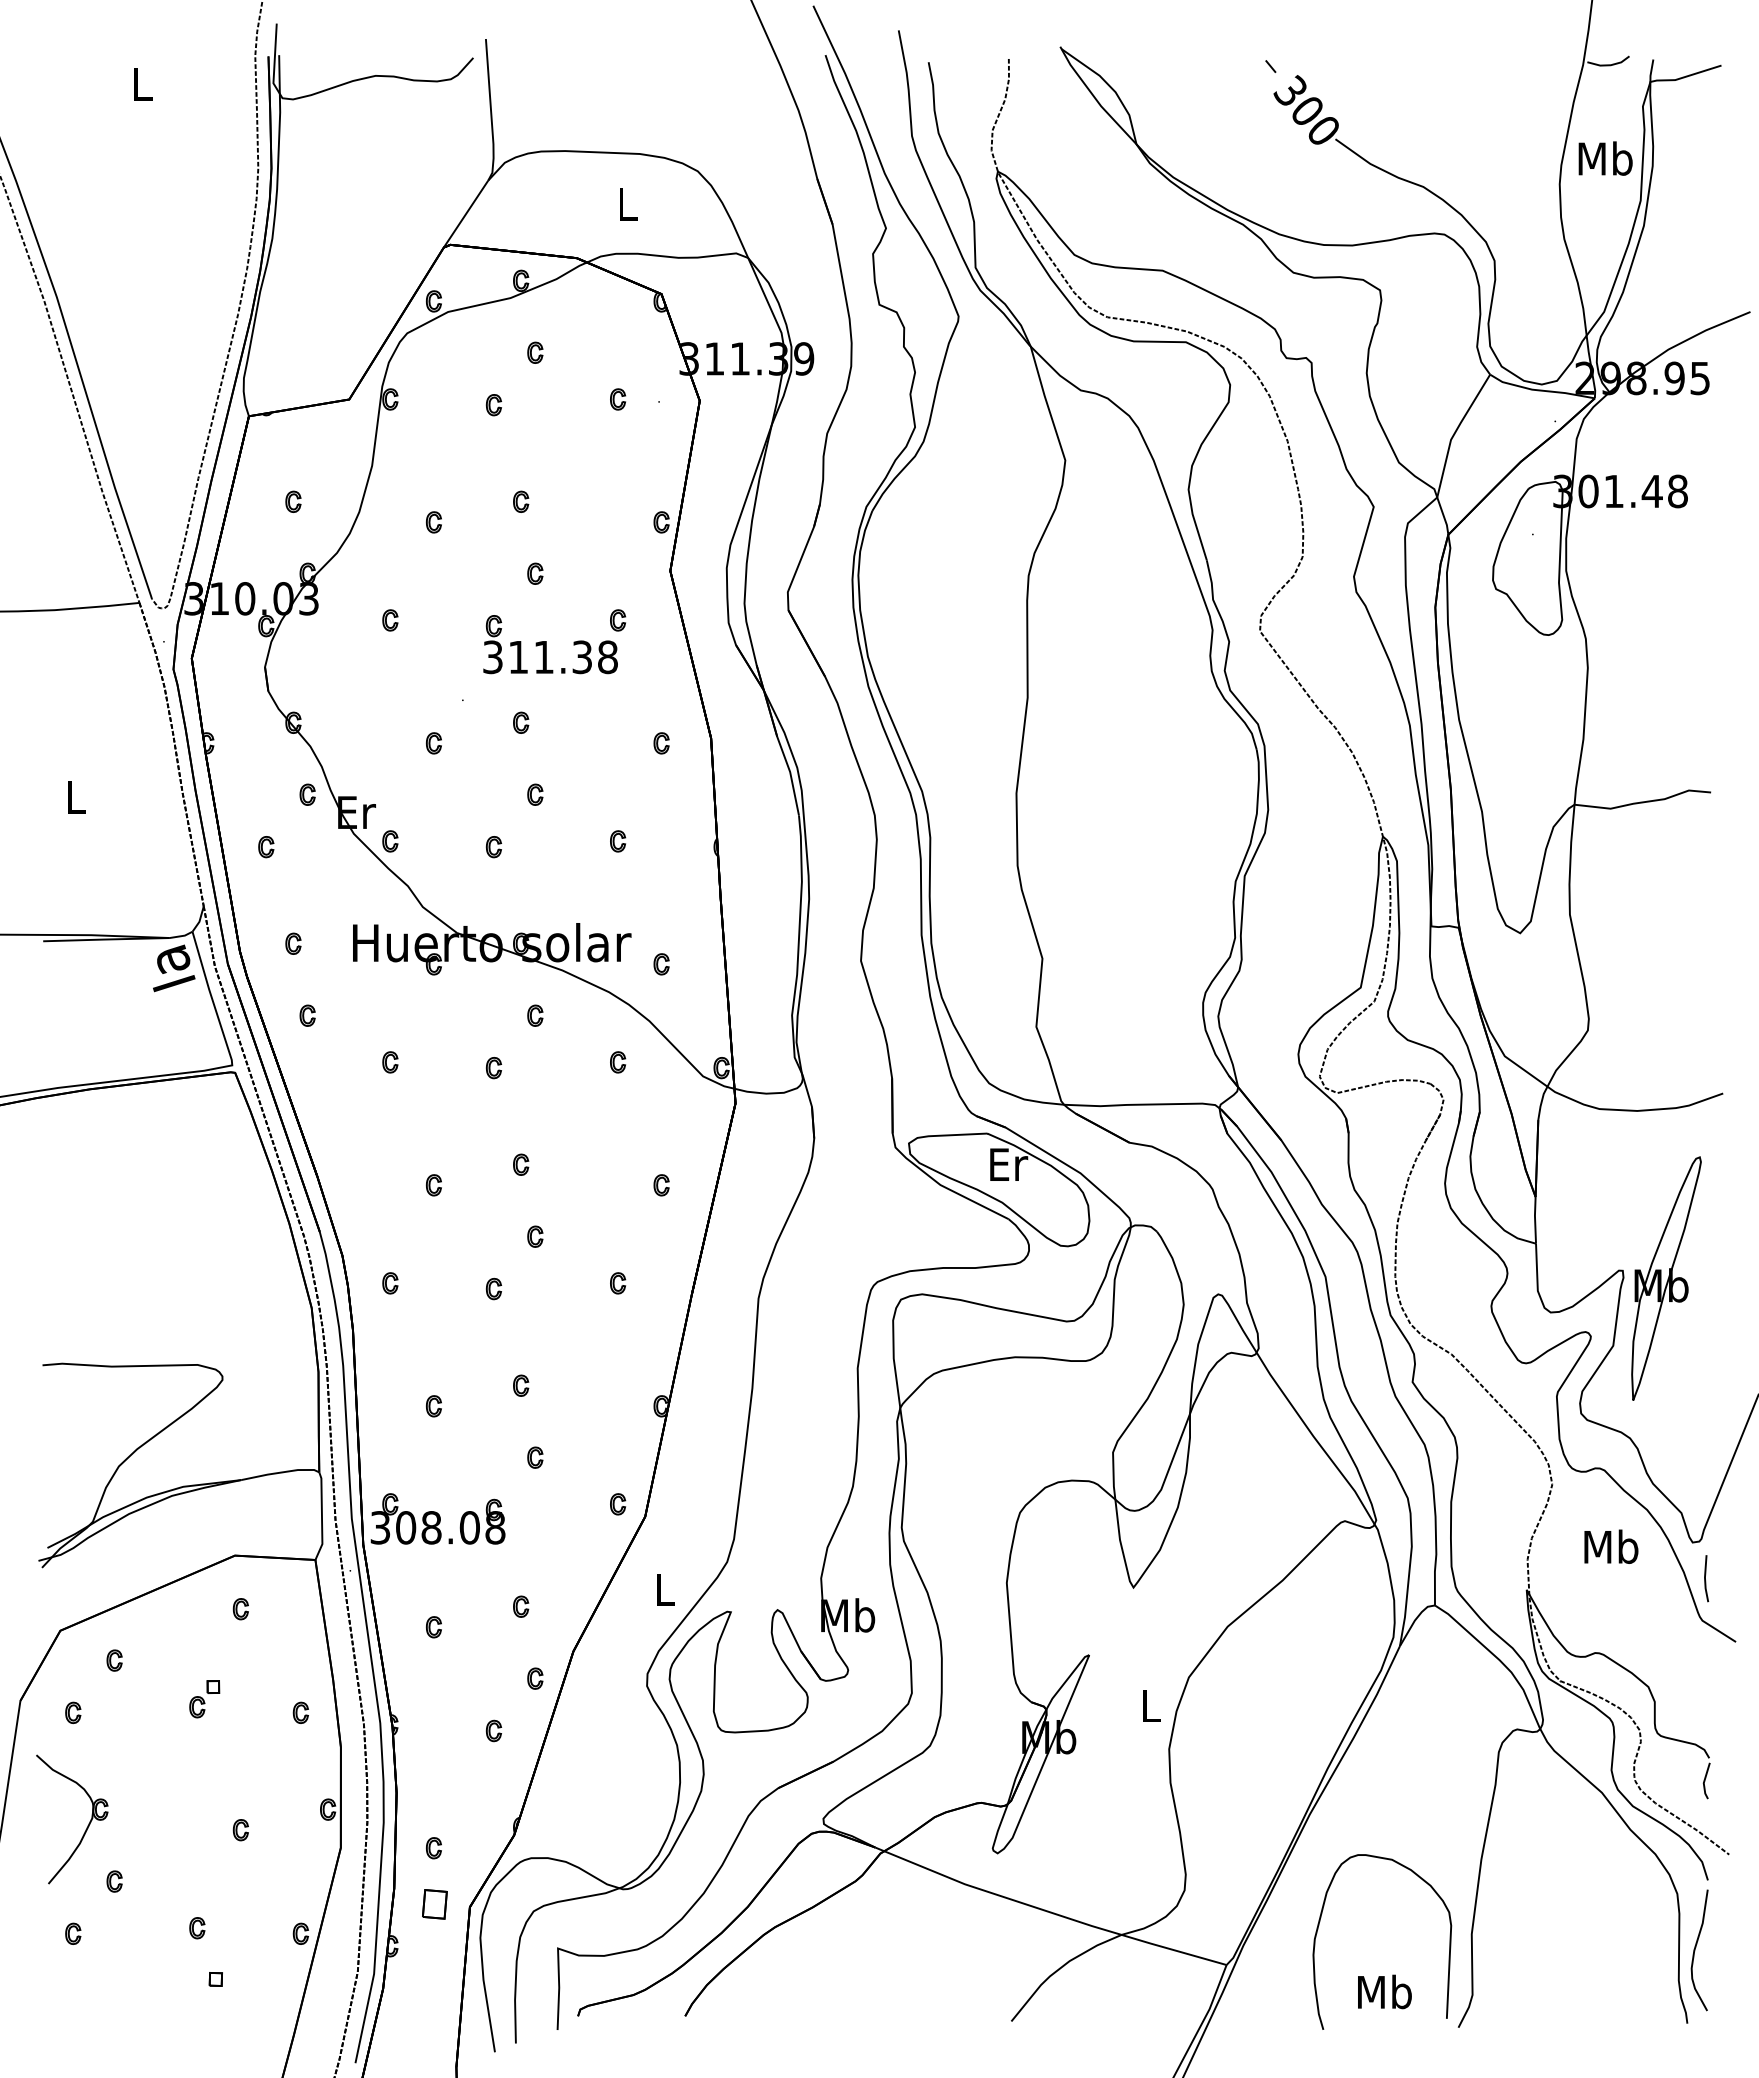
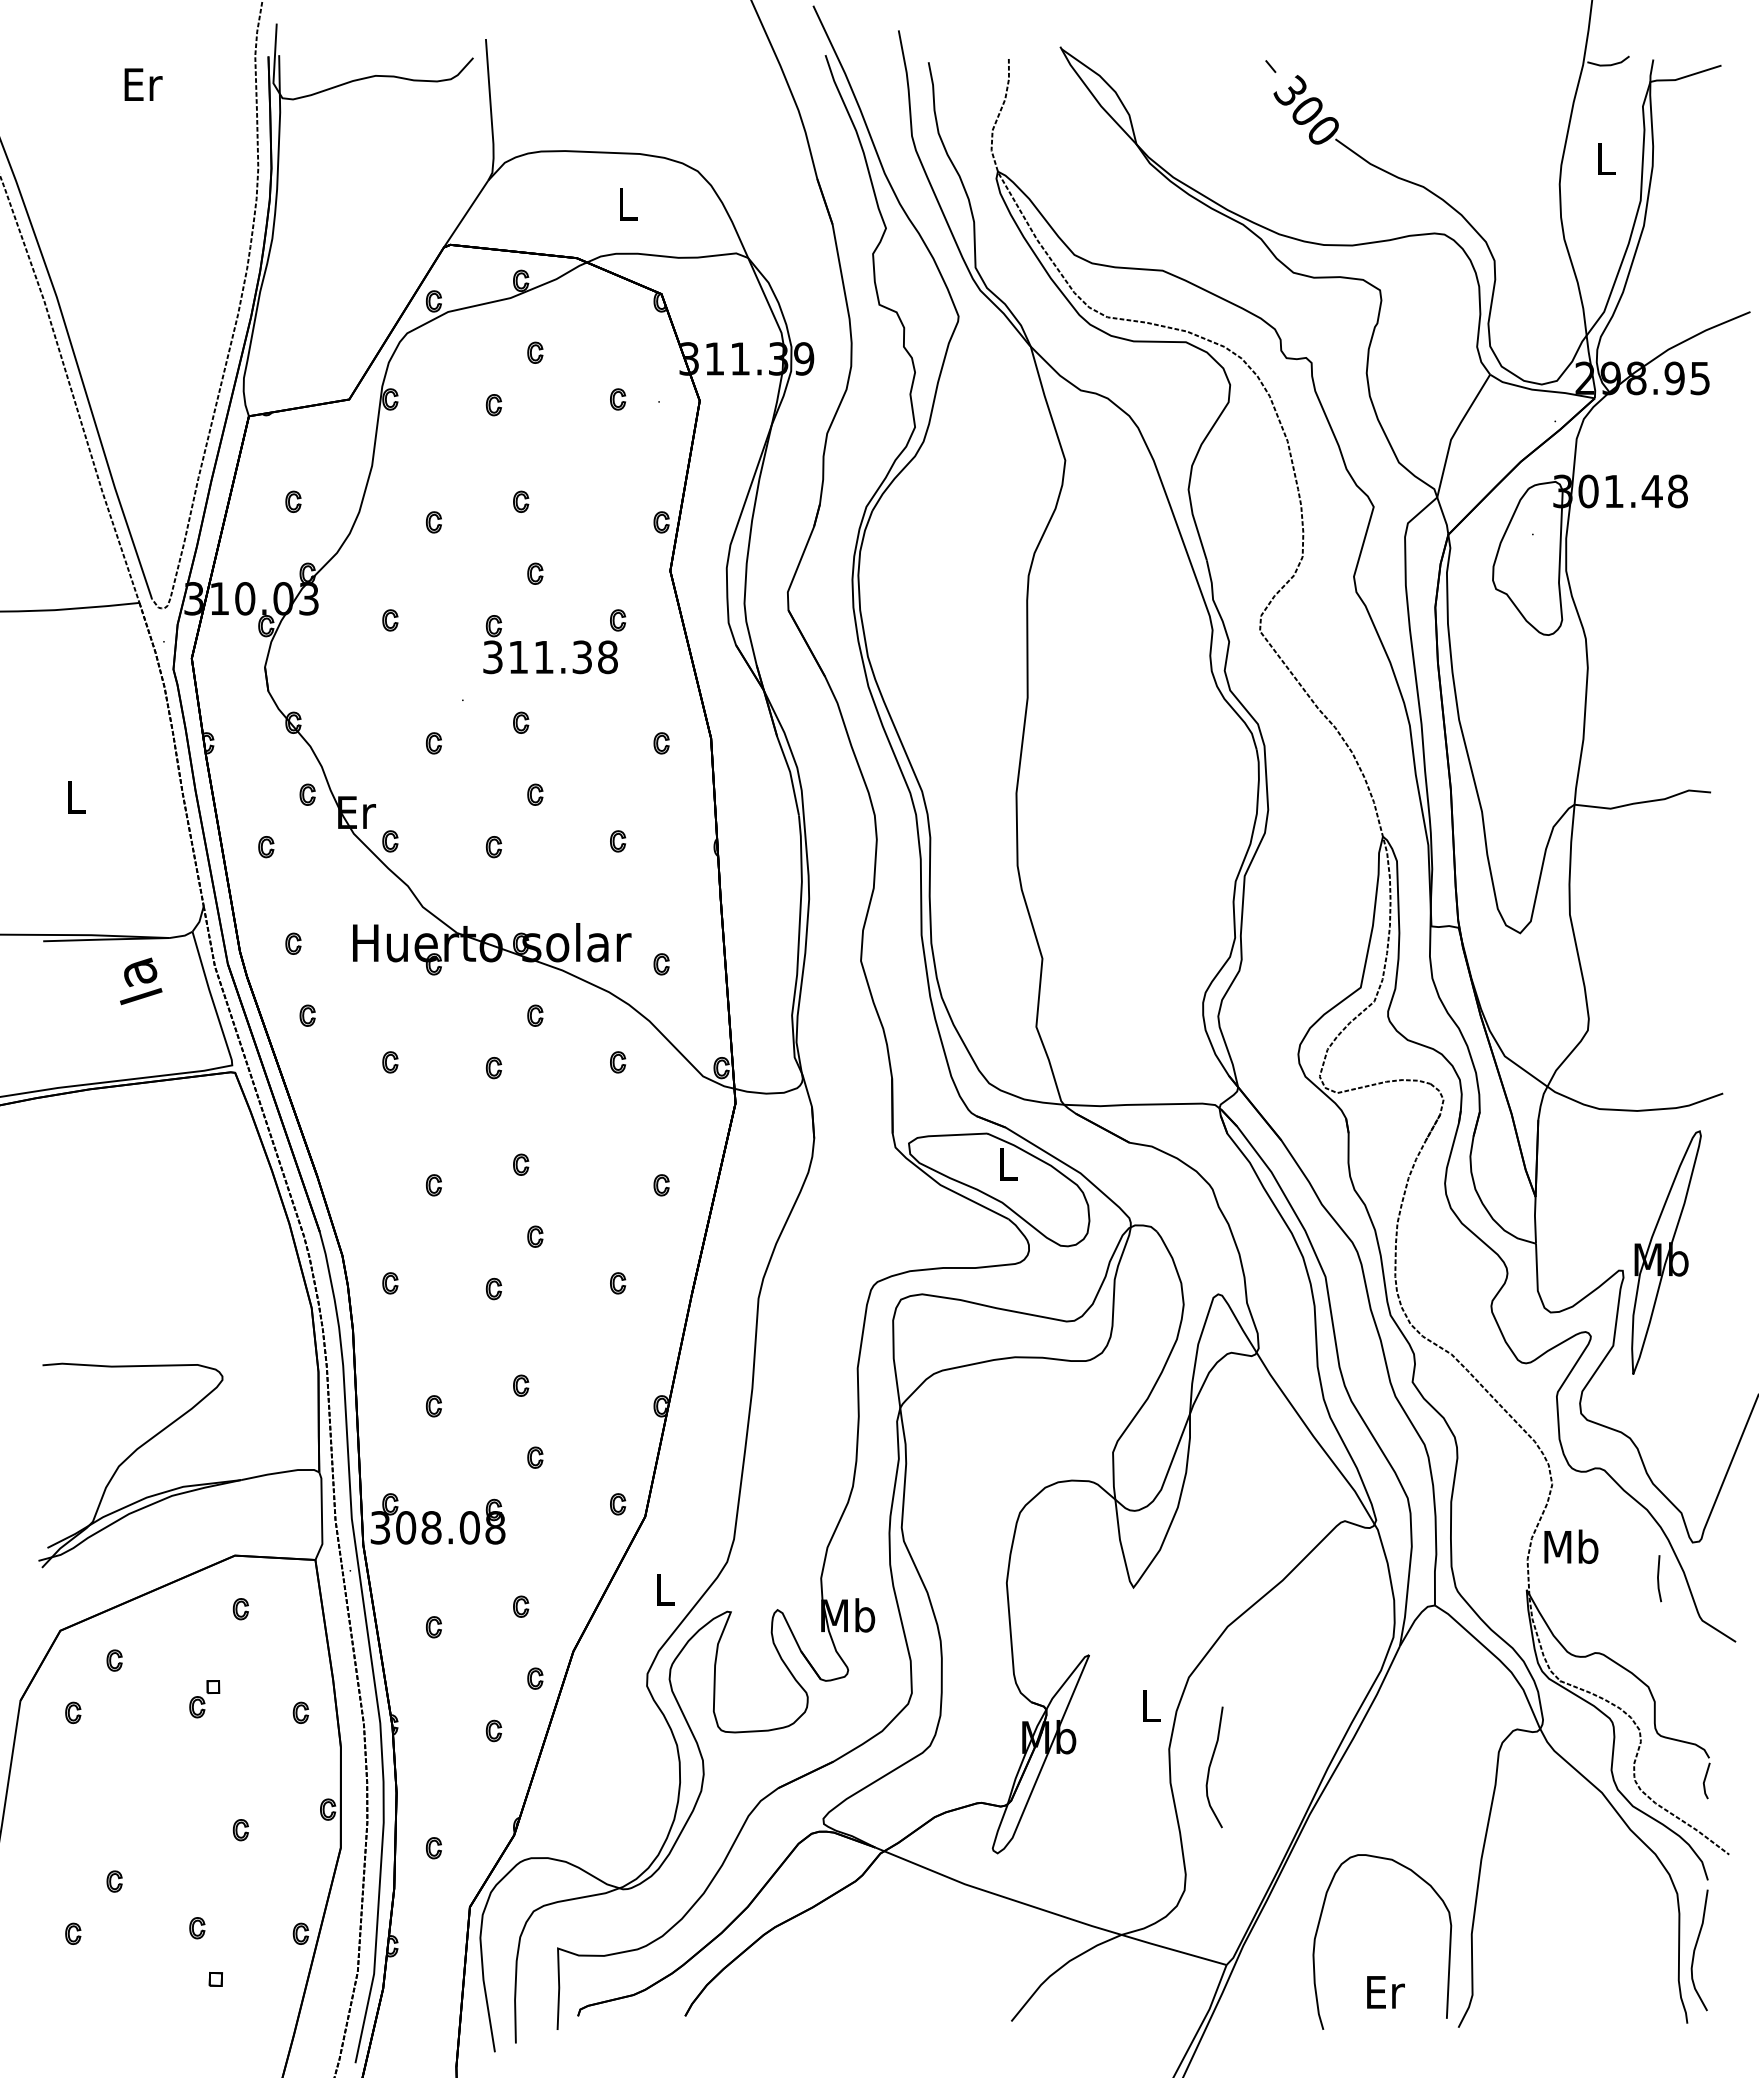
text at (143, 84): L -> Er
text at (1605, 158): Mb -> L
text at (174, 968) position: (174, 968) -> (141, 981)
text at (1009, 1164): Er -> L
part at (1666, 1278) position: (1666, 1278) -> (1666, 1252)
text at (1611, 1546) position: (1611, 1546) -> (1571, 1546)
line at (1705, 1578) position: (1705, 1578) -> (1658, 1578)
curve at (1210, 1767): none -> present
part at (86, 1827): present -> none
part at (434, 1904): present -> none
text at (1384, 1991): Mb -> Er
